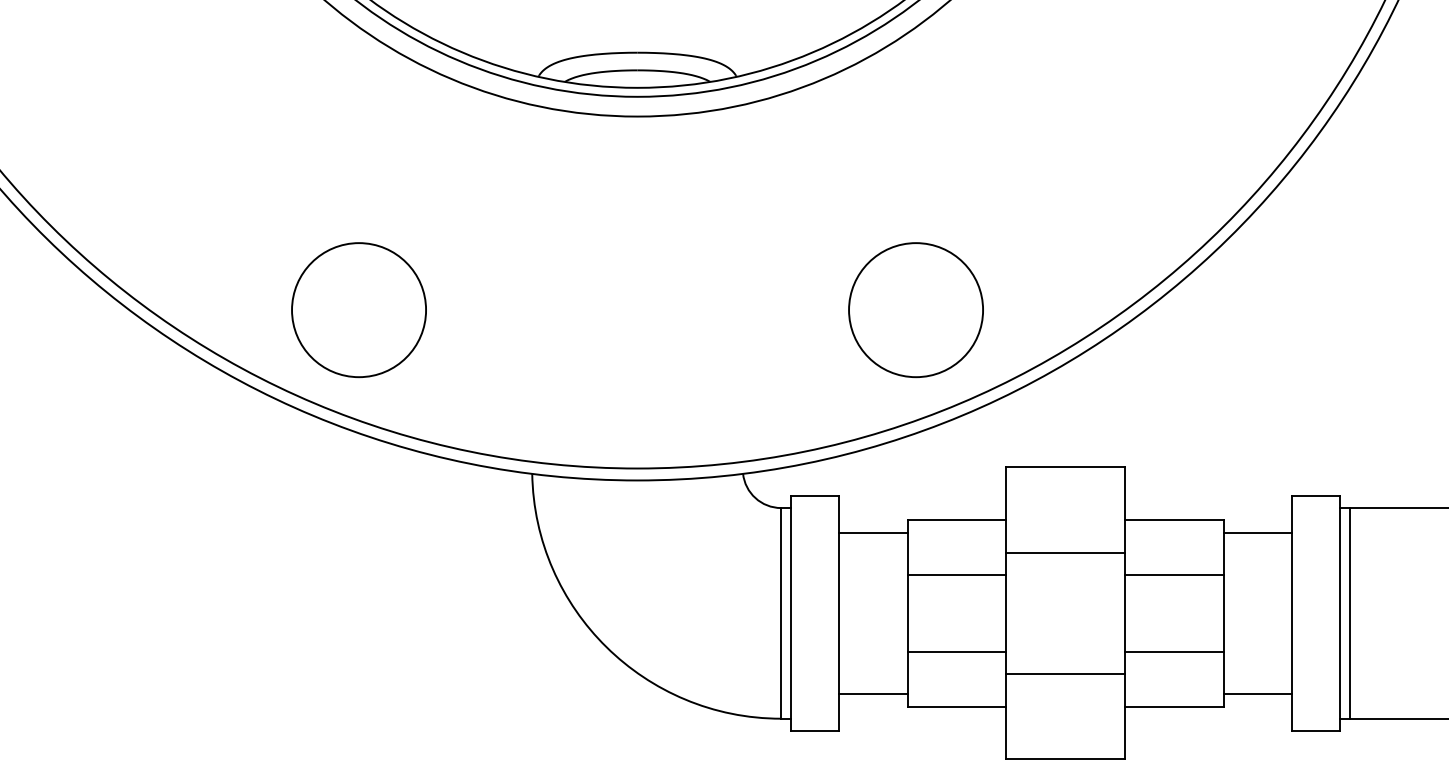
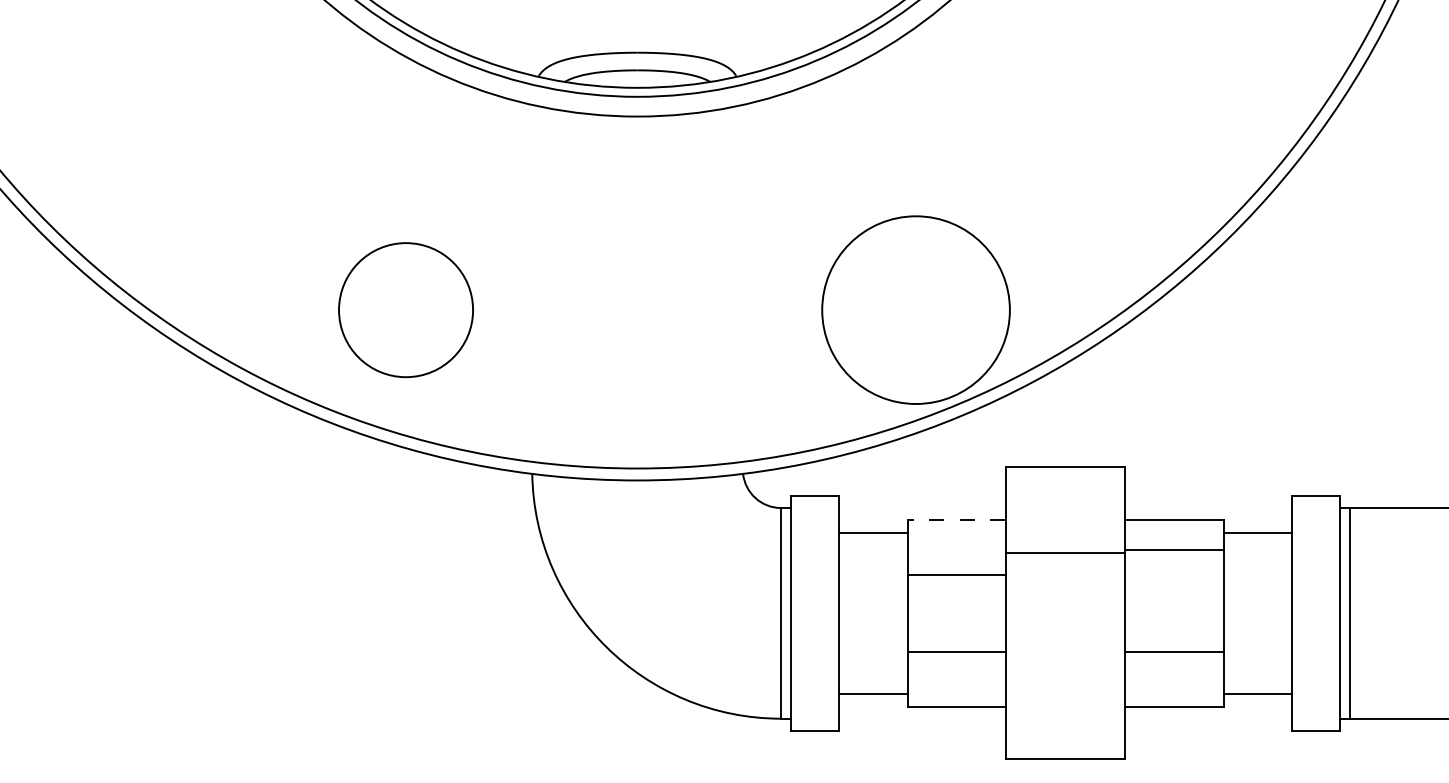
circle at (358, 310) position: (358, 310) -> (405, 310)
circle at (916, 310) diameter: 134 px -> 188 px
line at (956, 520): solid -> dashed
line at (1174, 574) position: (1174, 574) -> (1174, 549)
line at (1065, 673): present -> none
